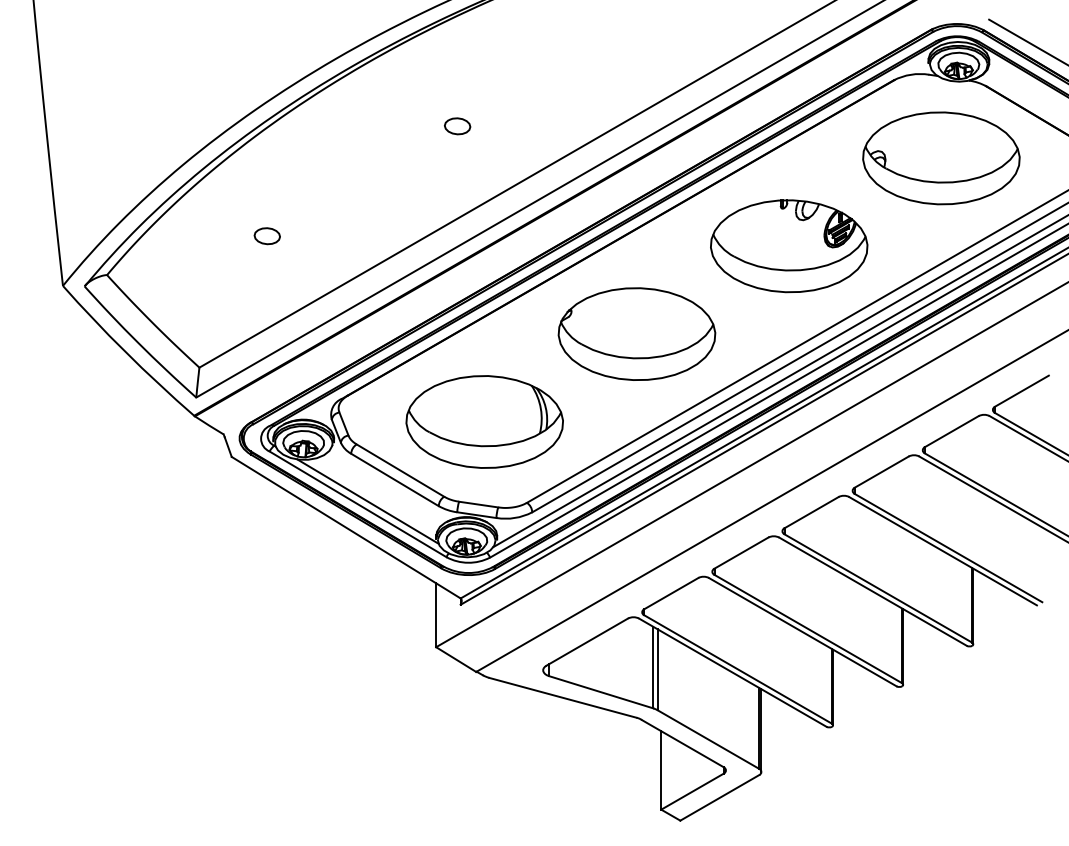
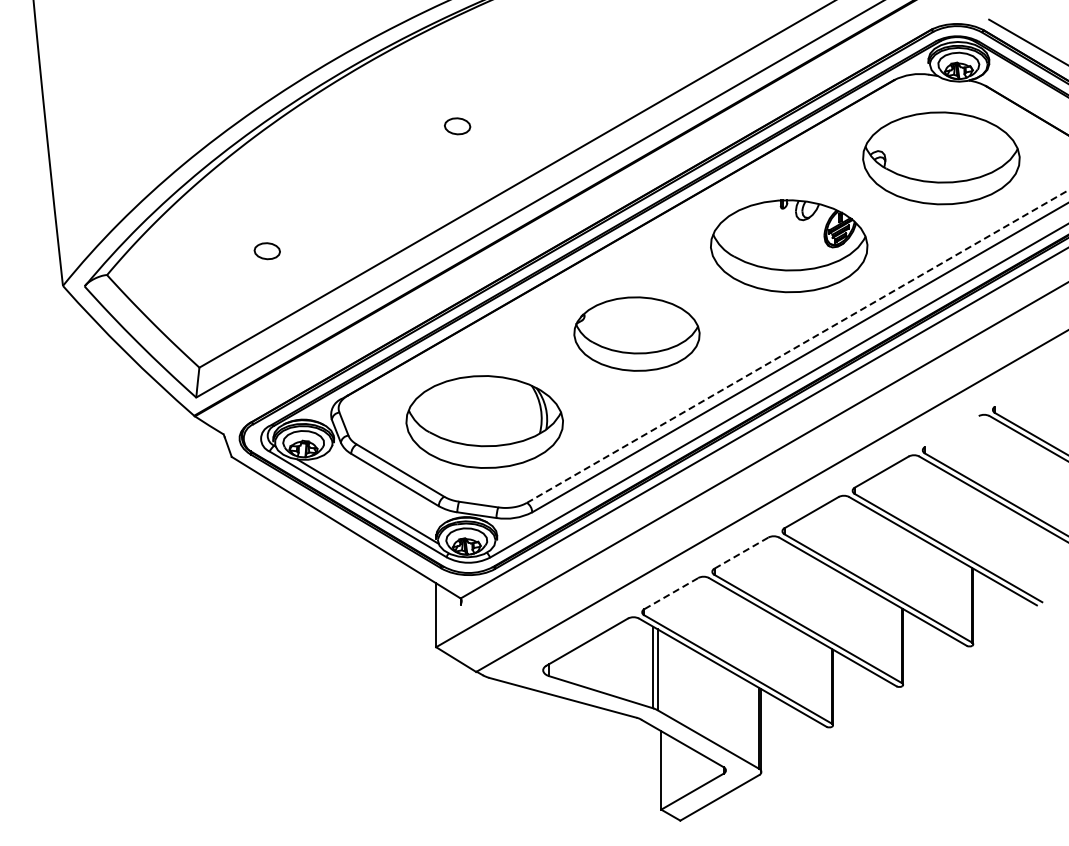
part at (266, 236) position: (266, 236) -> (266, 251)
part at (636, 333) size: 160x94 px -> 128x76 px
line at (797, 346): solid -> dashed
line at (779, 381): present -> none
line at (1021, 390): present -> none
line at (762, 429): present -> none
line at (951, 431): present -> none
line at (741, 552): solid -> dashed
line at (671, 593): solid -> dashed
